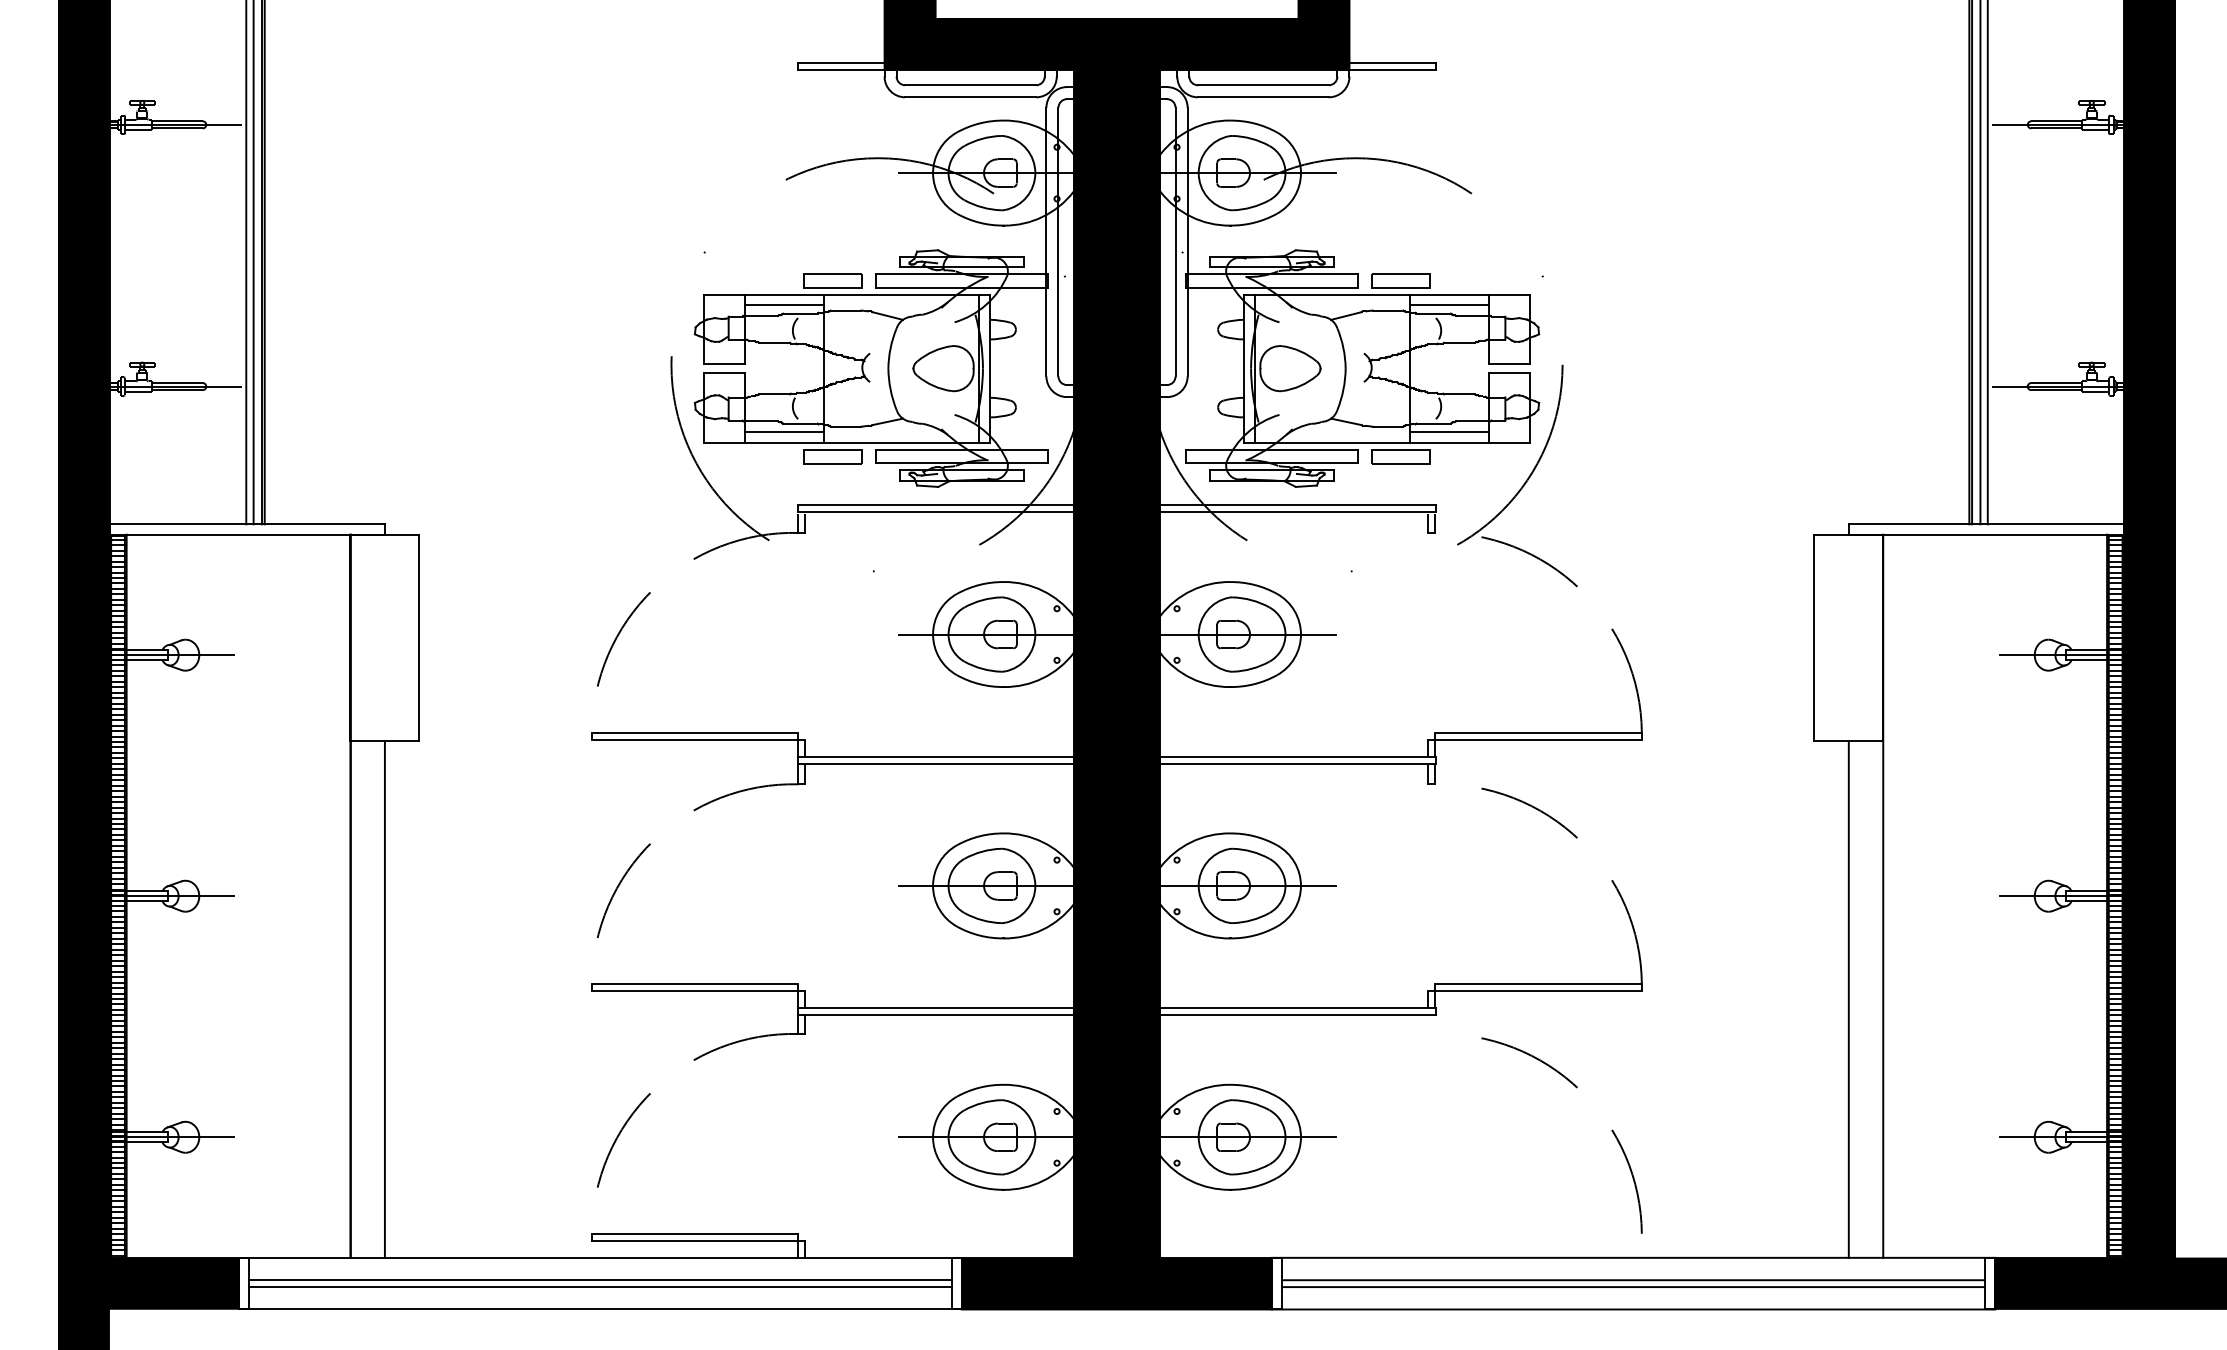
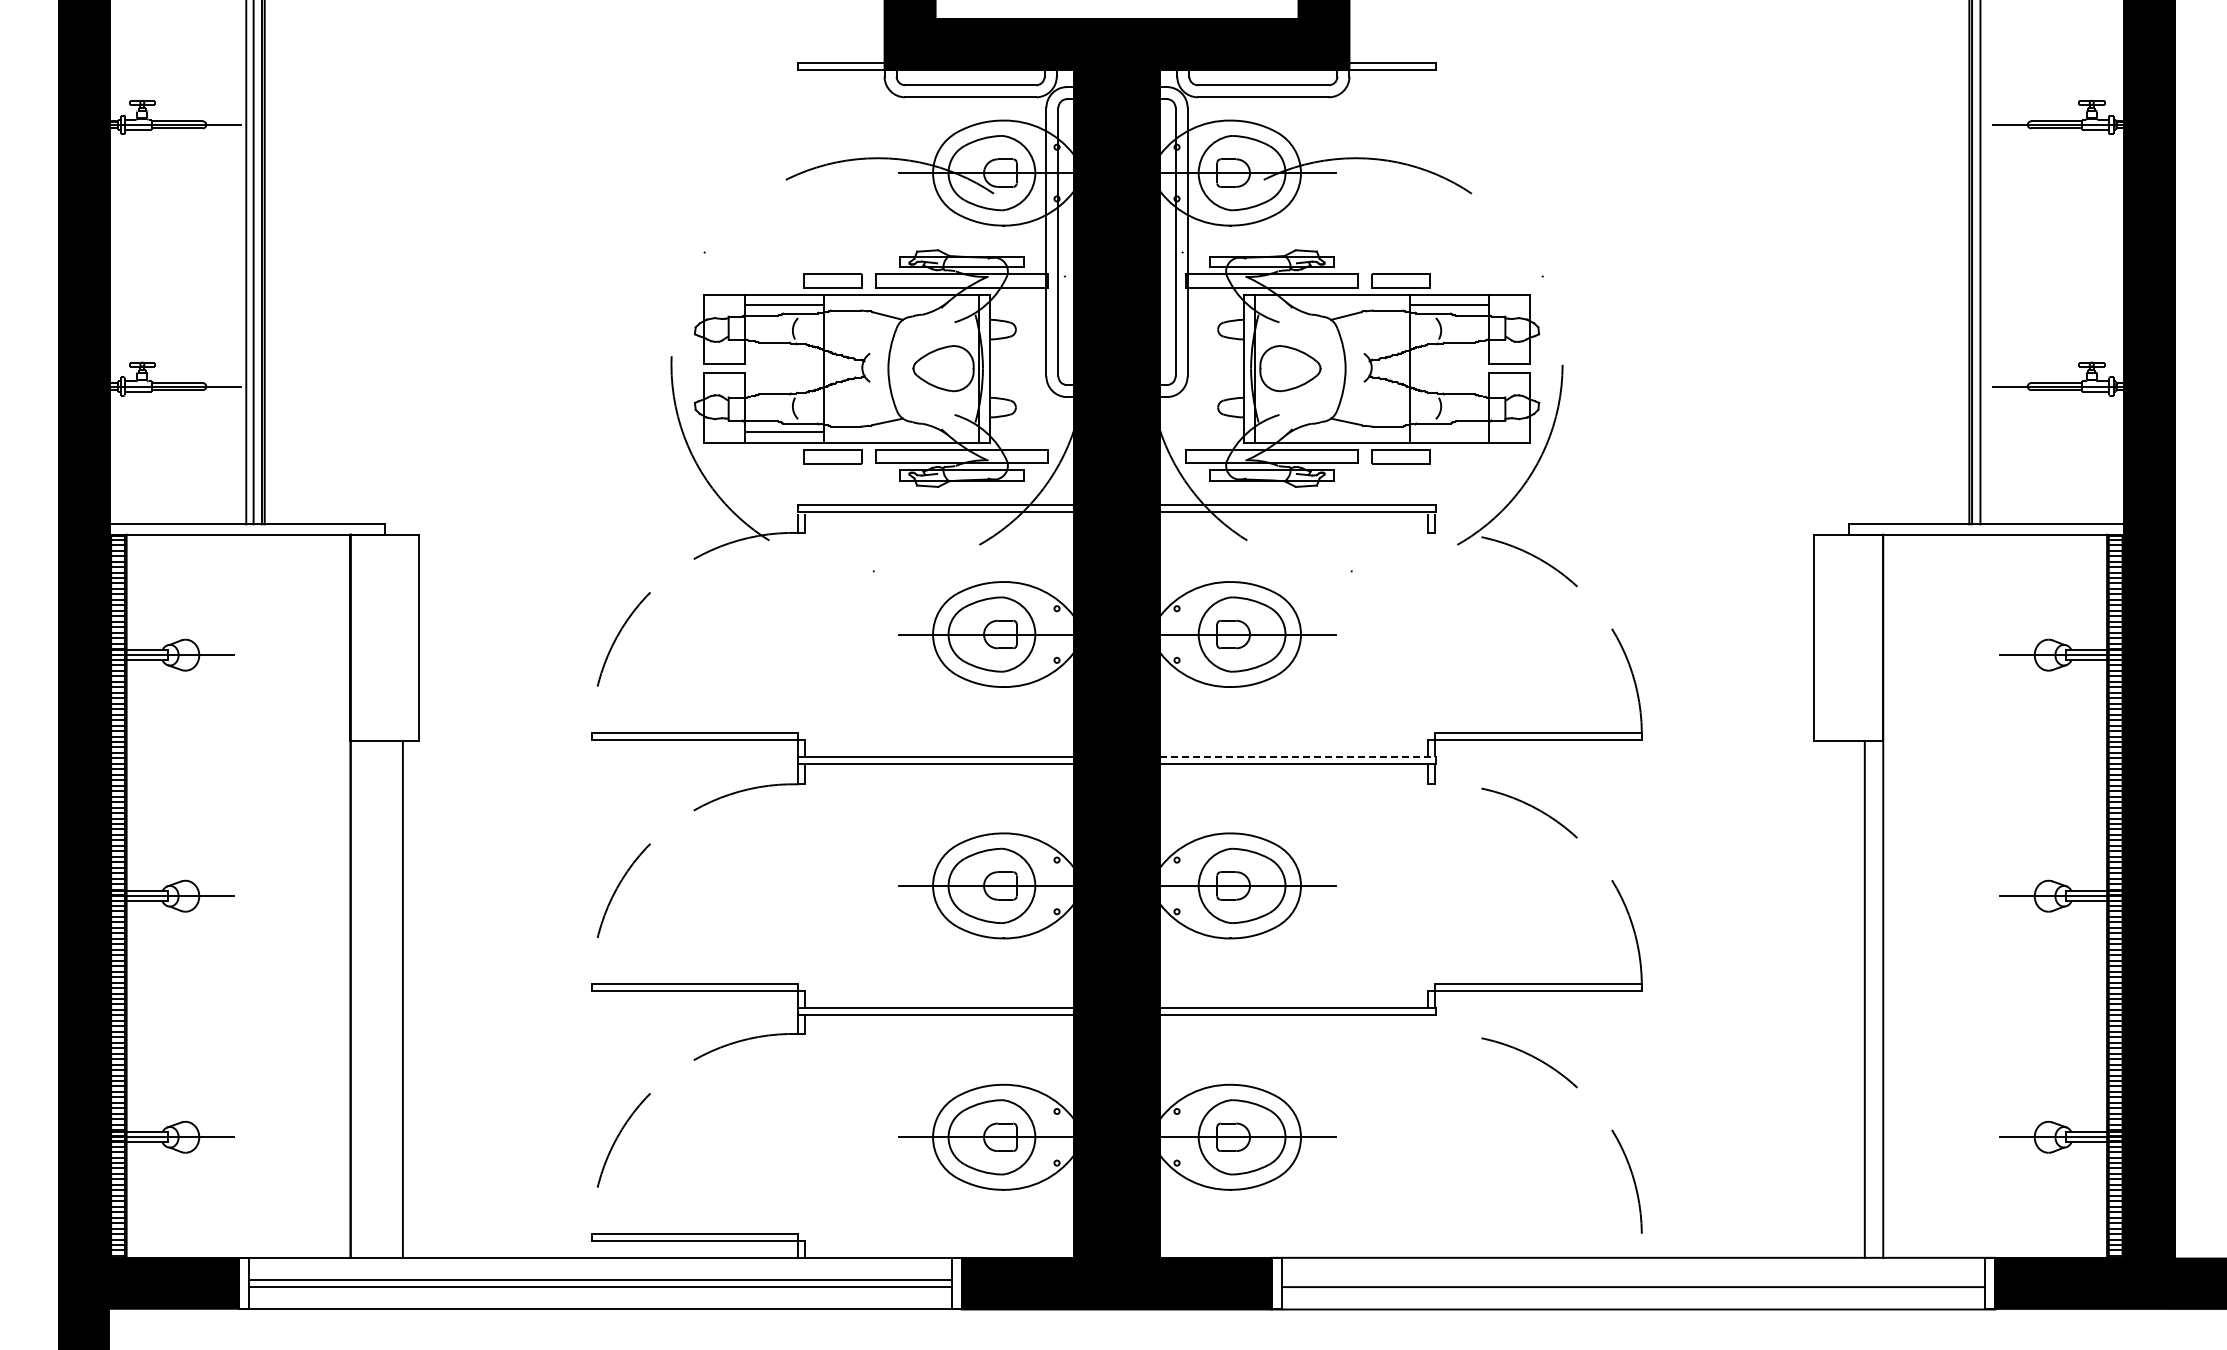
line at (1987, 263): present -> none
line at (1448, 432): present -> none
line at (1297, 756): solid -> dashed
line at (384, 999) position: (384, 999) -> (402, 999)
line at (1848, 999) position: (1848, 999) -> (1864, 999)
line at (1633, 1280): present -> none
